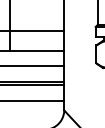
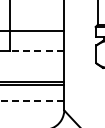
line at (36, 50): solid -> dashed
line at (32, 66): present -> none
line at (31, 100): solid -> dashed
